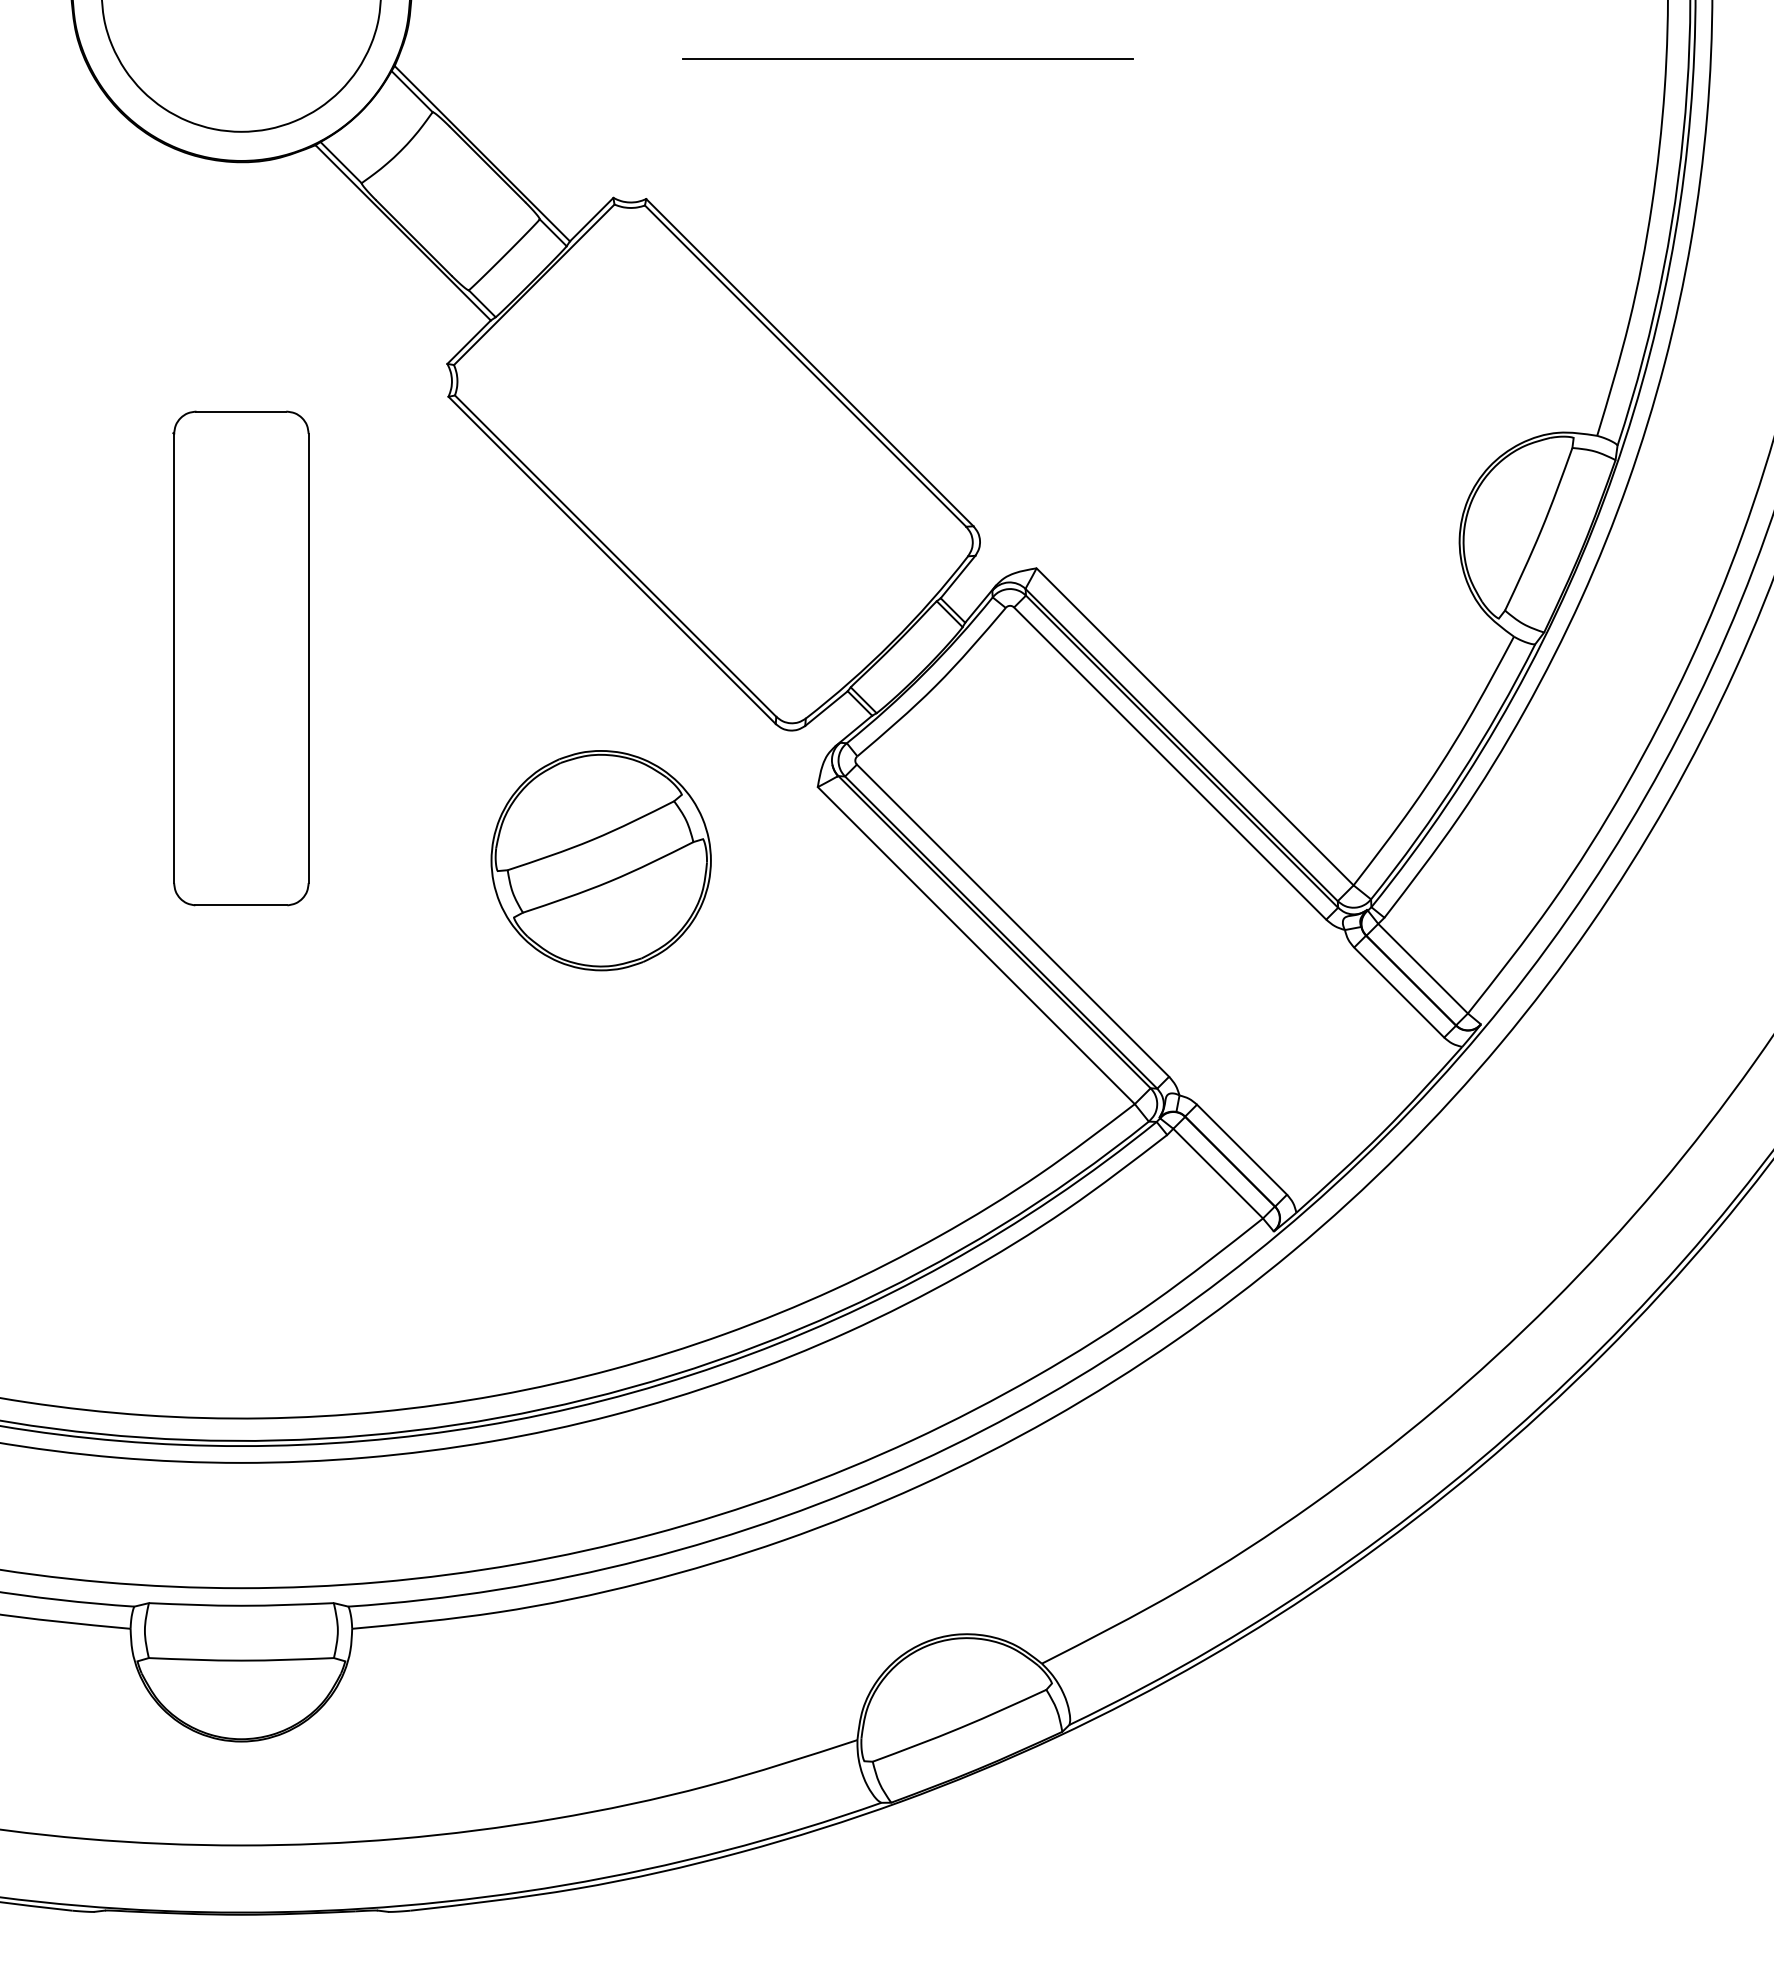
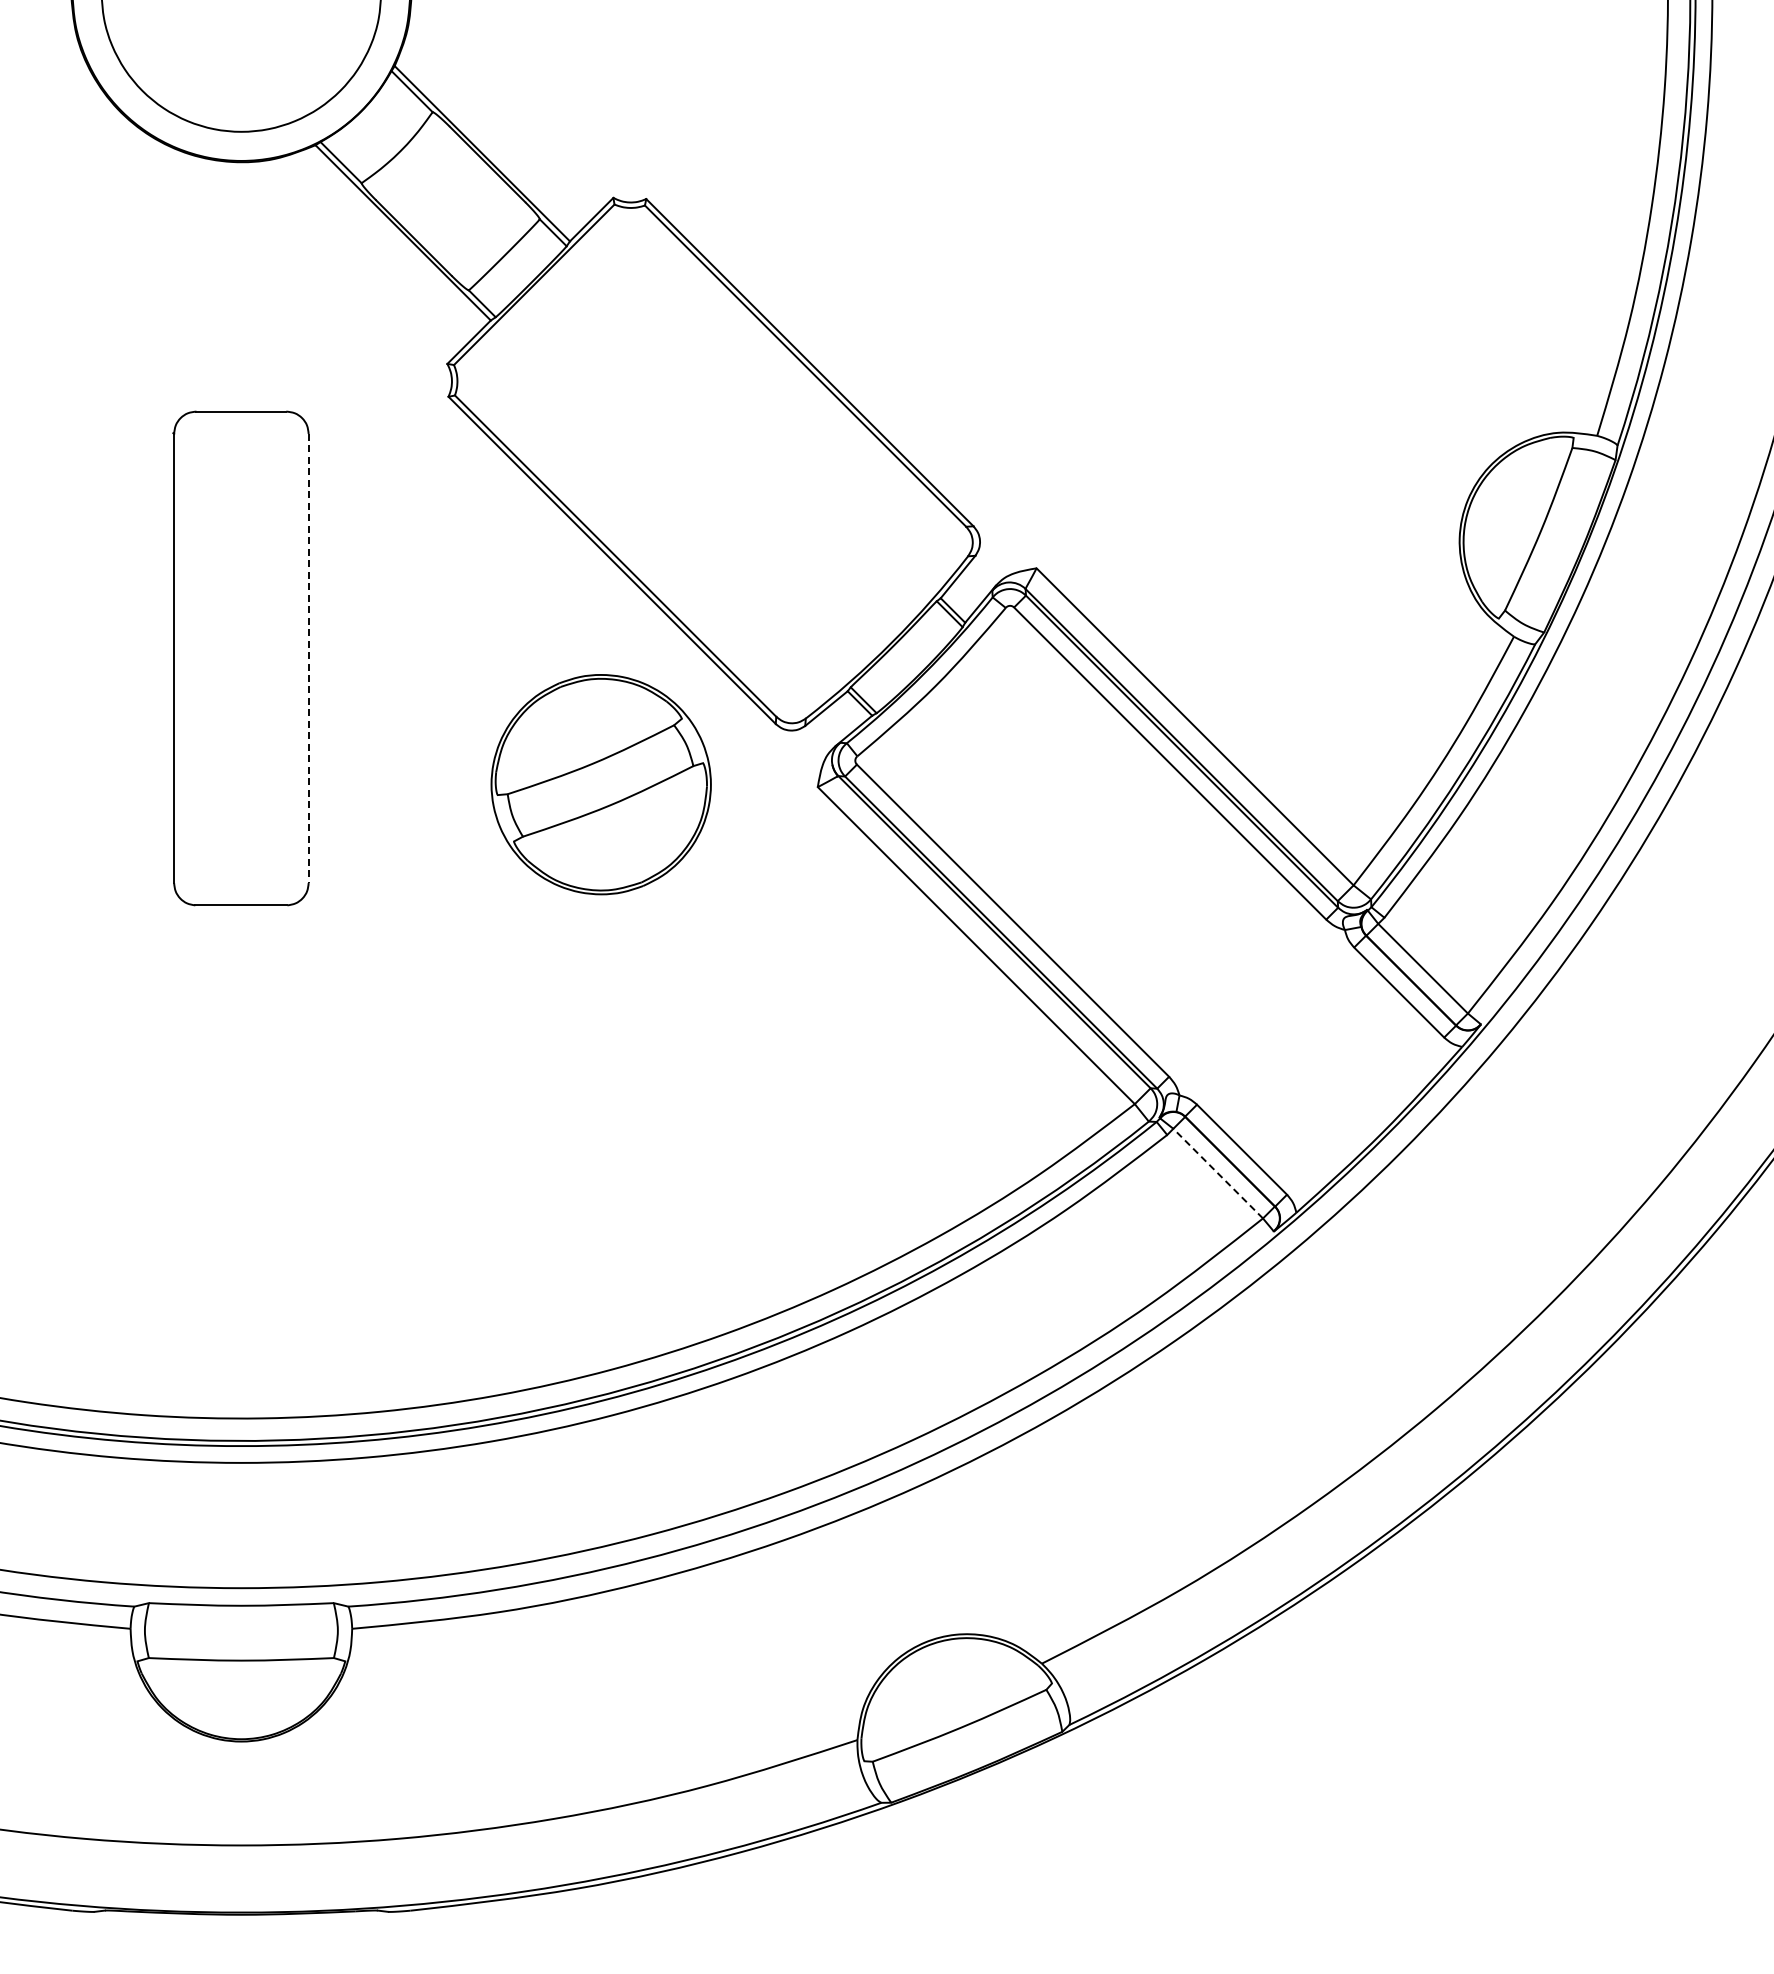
line at (907, 59): present -> none
line at (308, 658): solid -> dashed
part at (600, 860) position: (600, 860) -> (600, 784)
line at (1217, 1173): solid -> dashed
